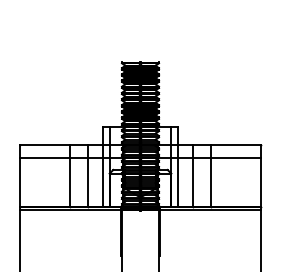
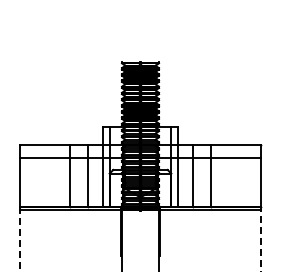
line at (260, 238): solid -> dashed
line at (20, 239): solid -> dashed
